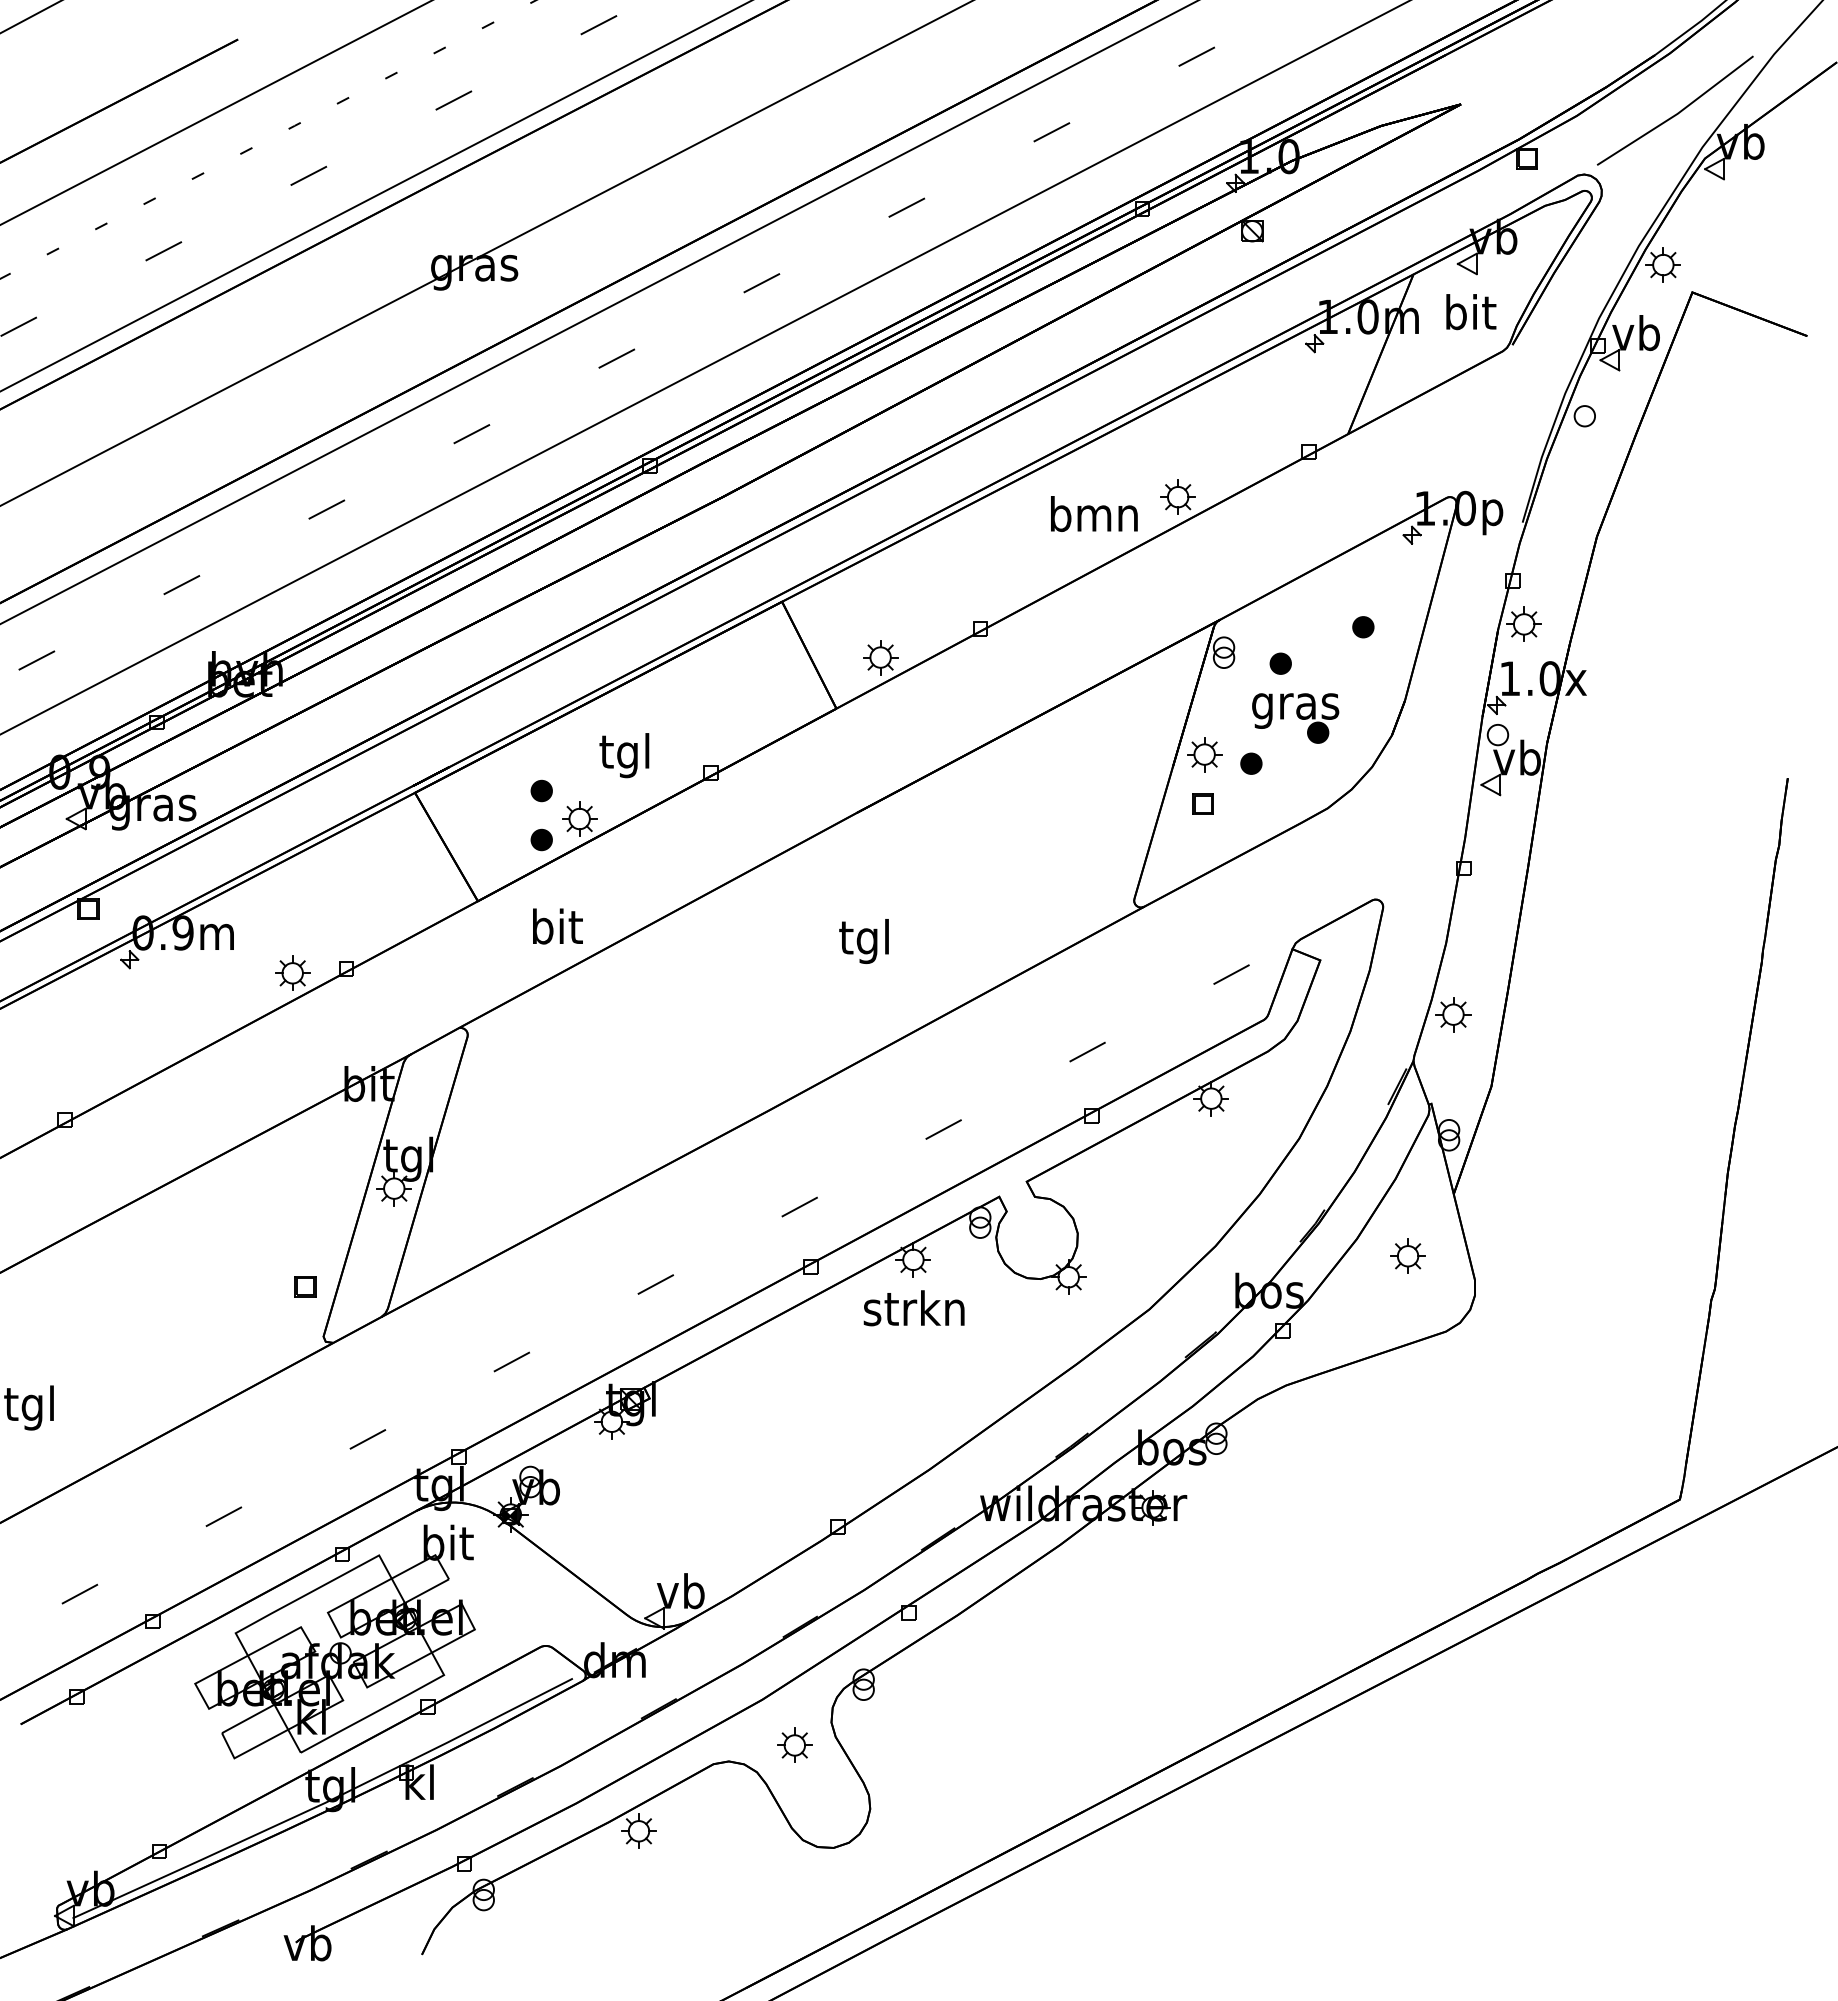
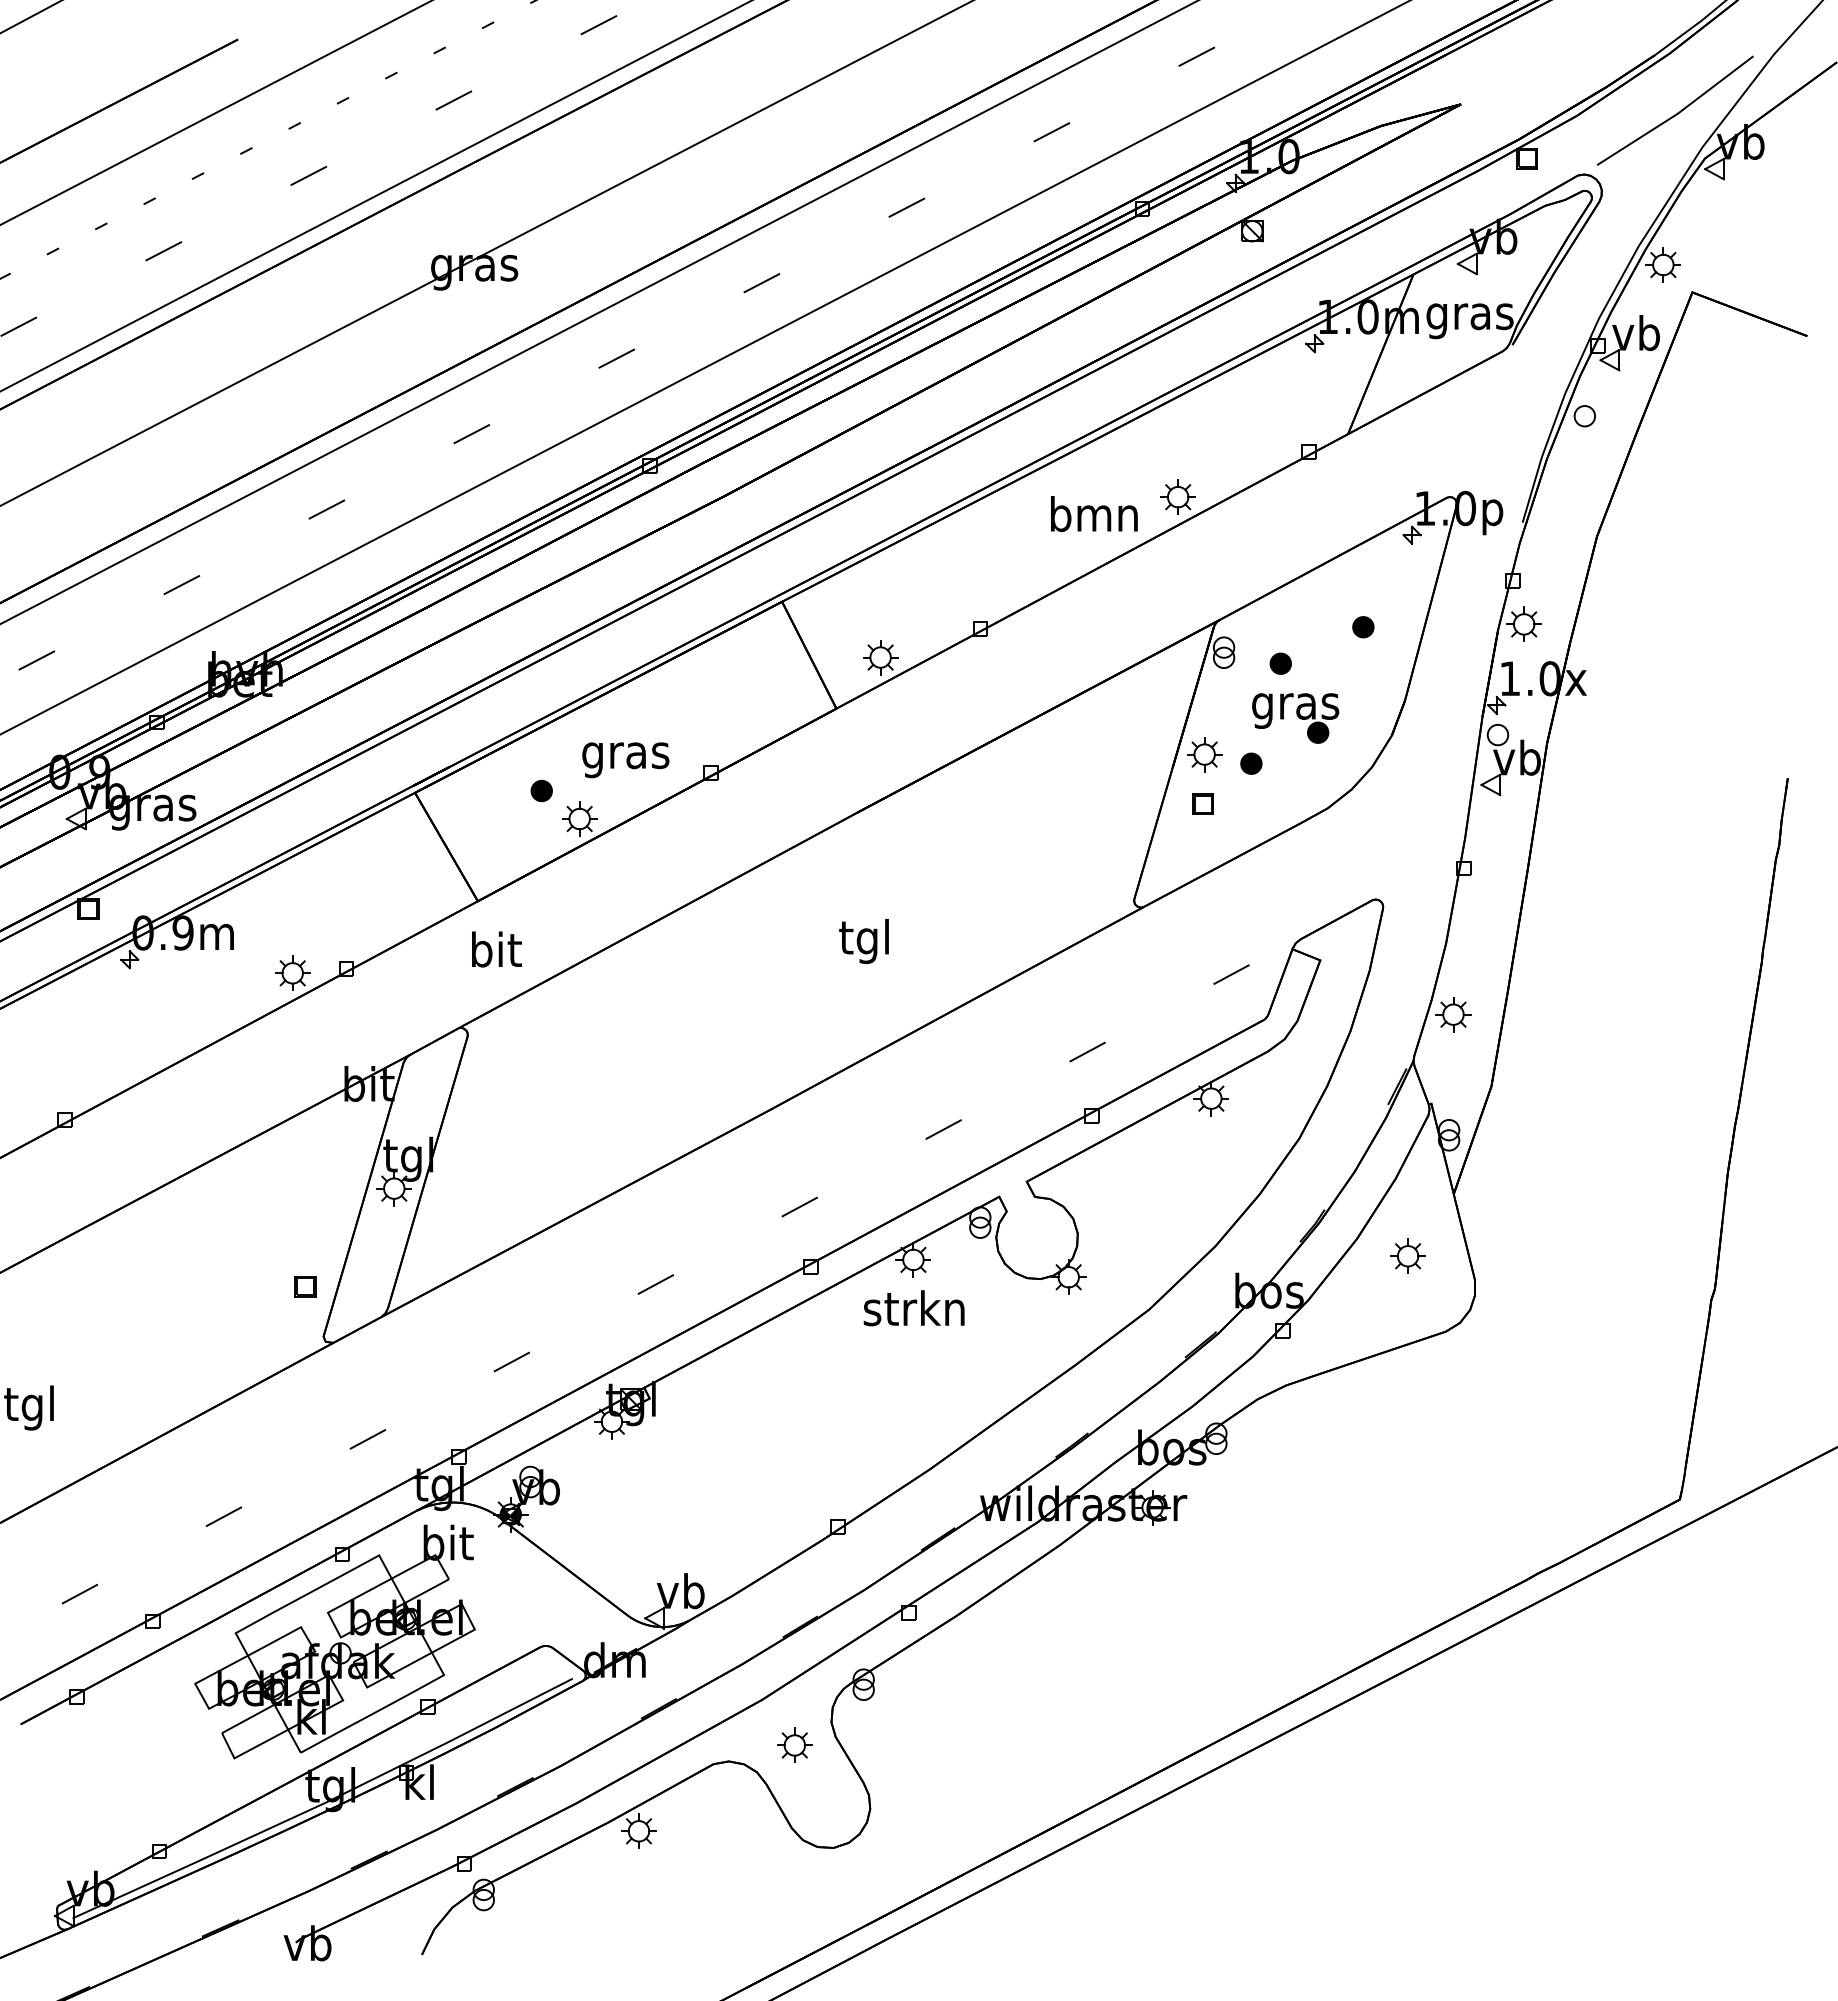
text at (1469, 316): bit -> gras
text at (625, 755): tgl -> gras
part at (541, 839): present -> none
text at (557, 926) position: (557, 926) -> (496, 949)
